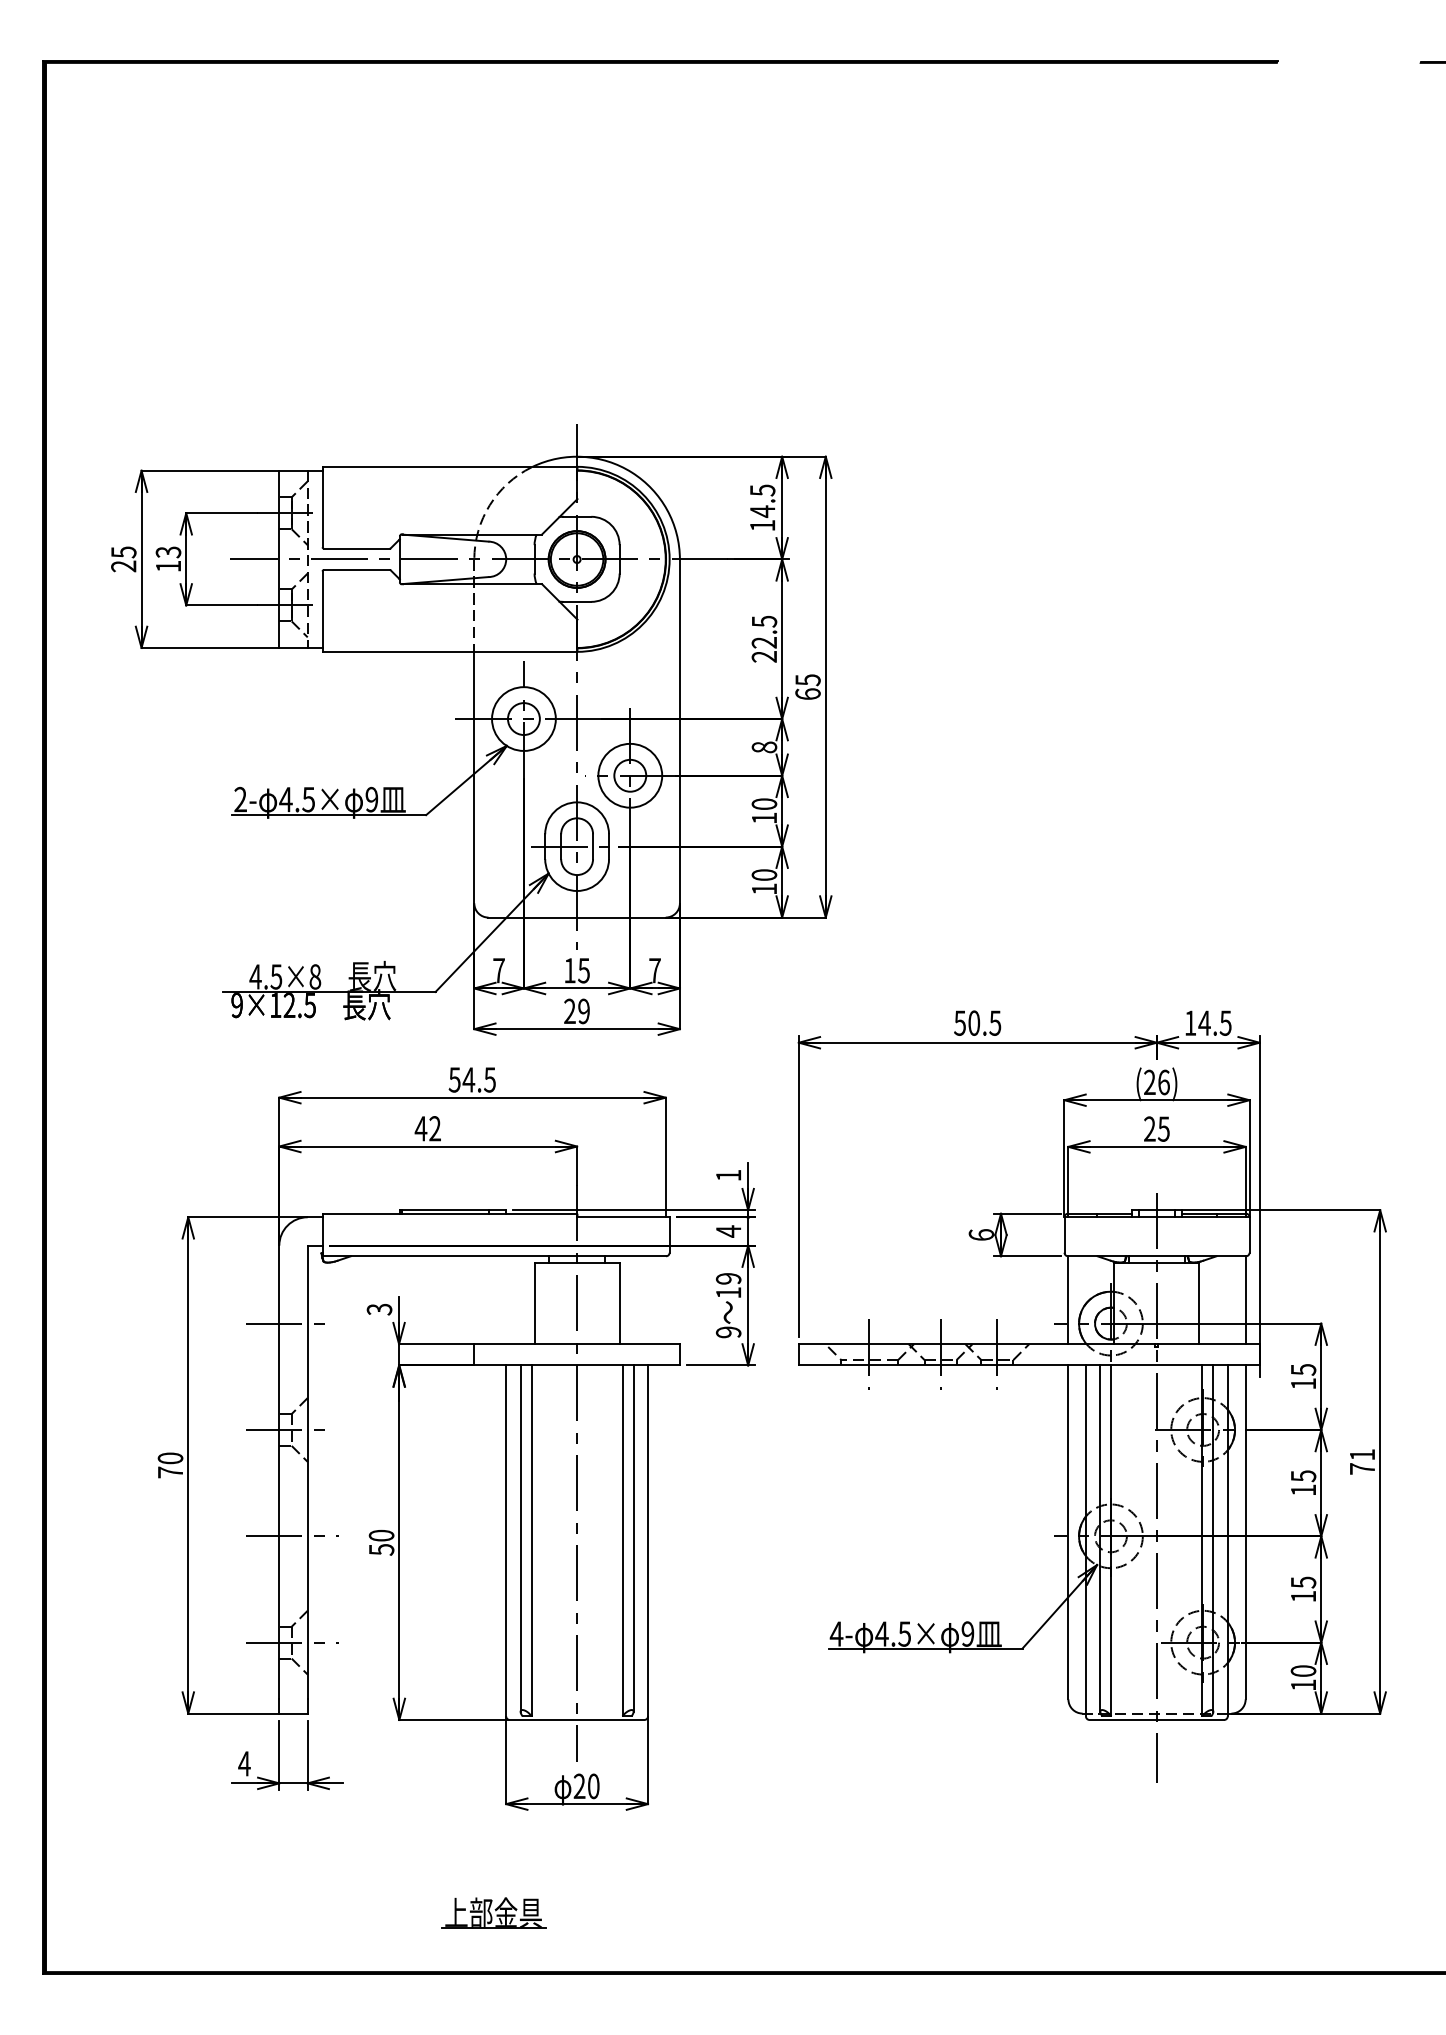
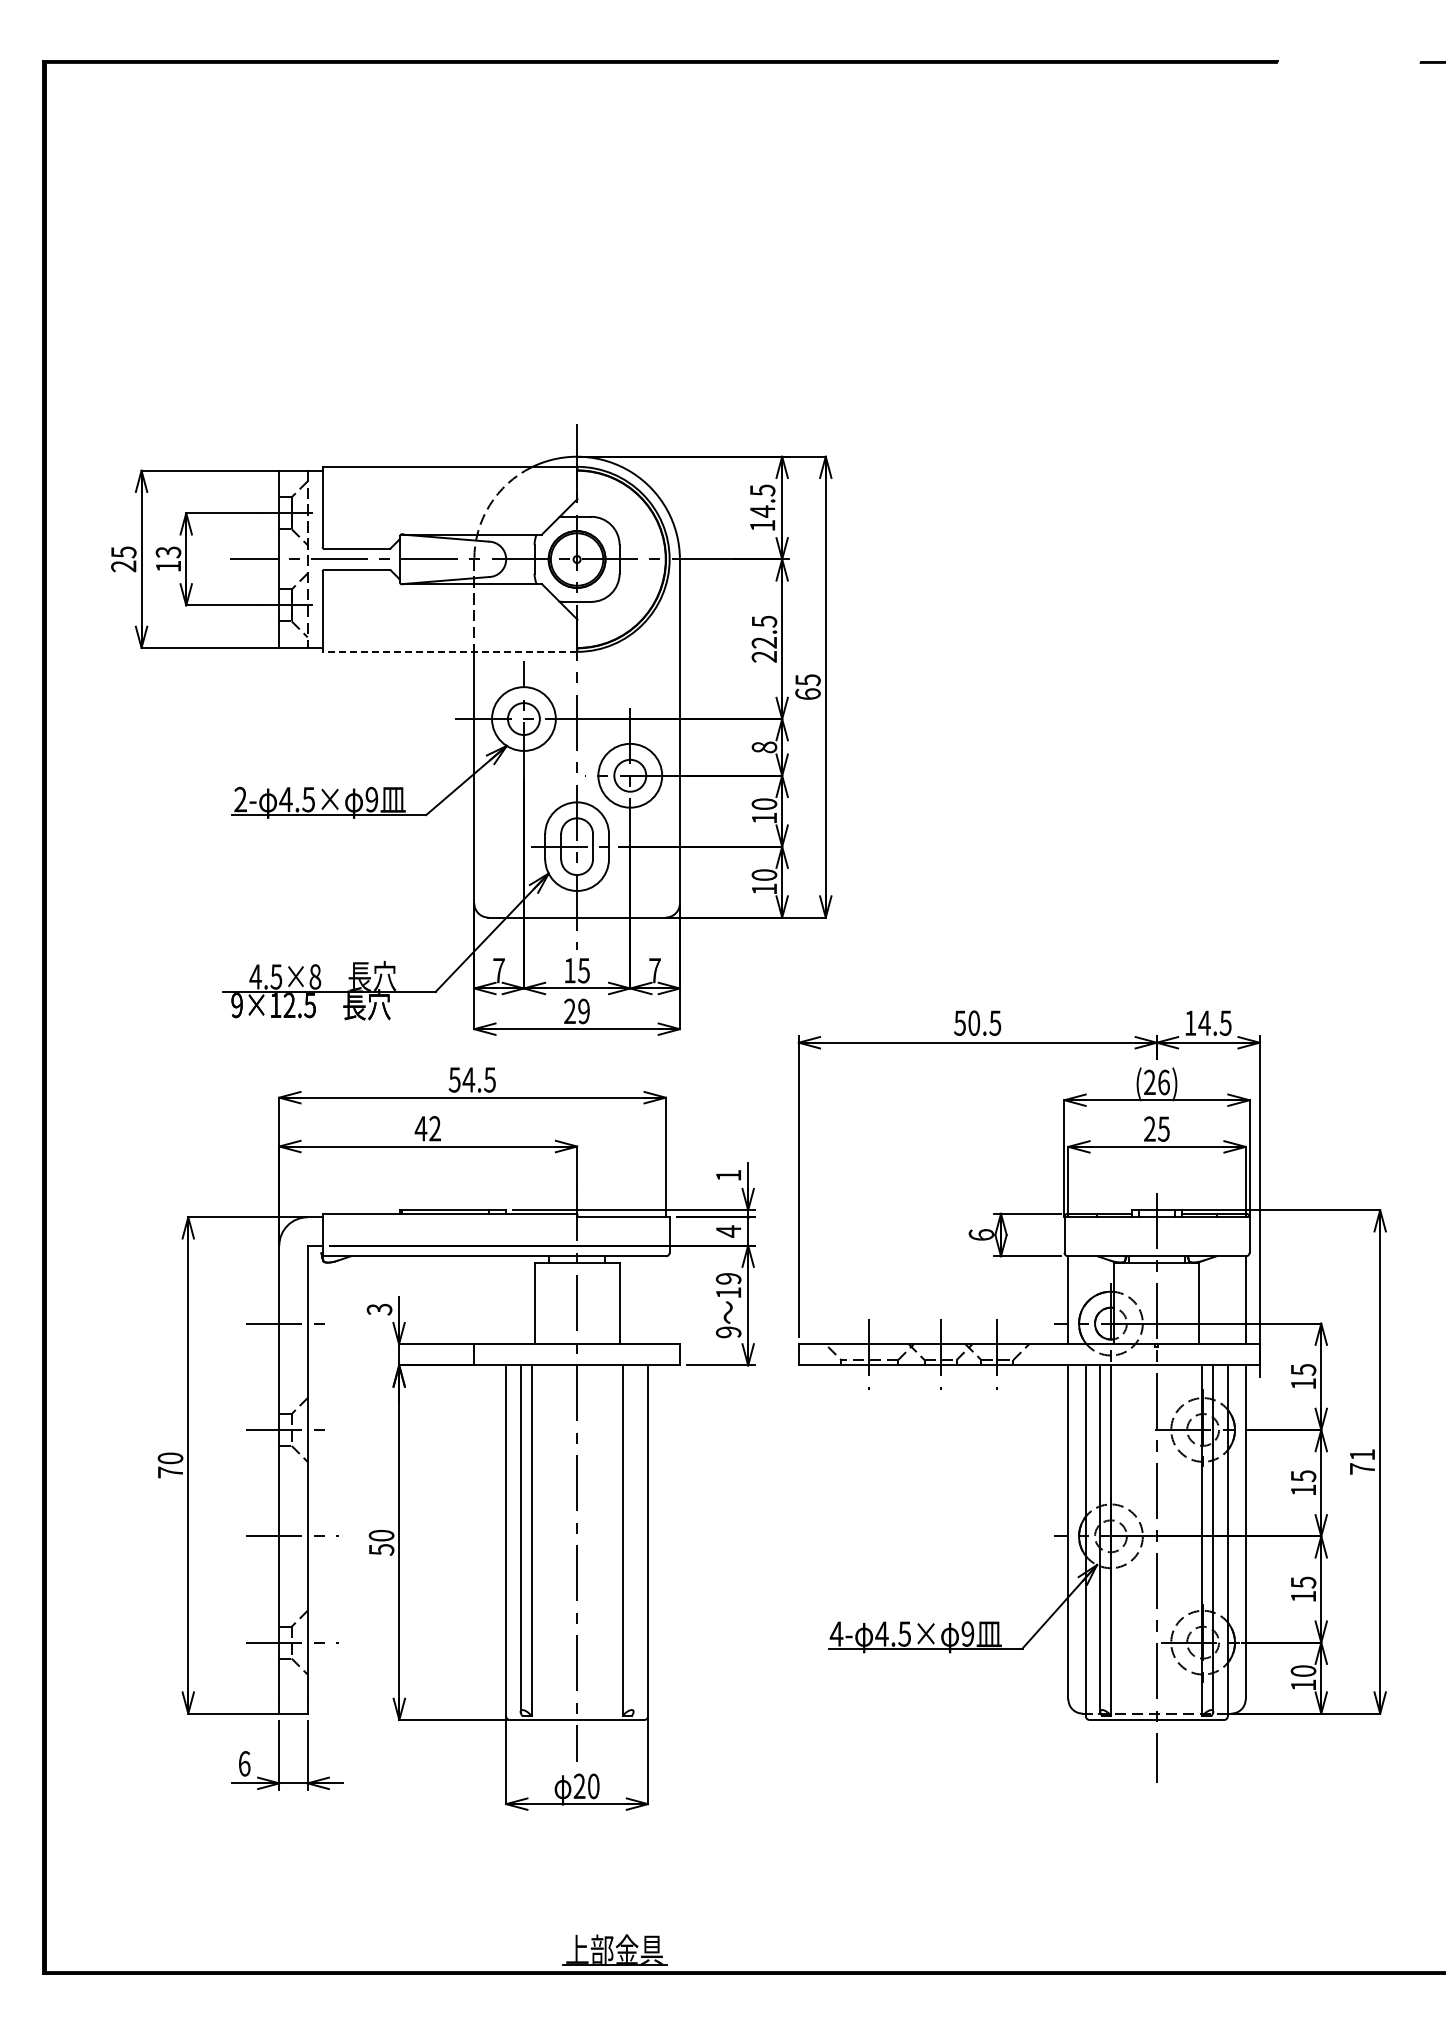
line at (449, 651): solid -> dashed
line at (633, 1538): present -> none
text at (244, 1763): 4 -> 6
part at (493, 1912) position: (493, 1912) -> (614, 1949)
